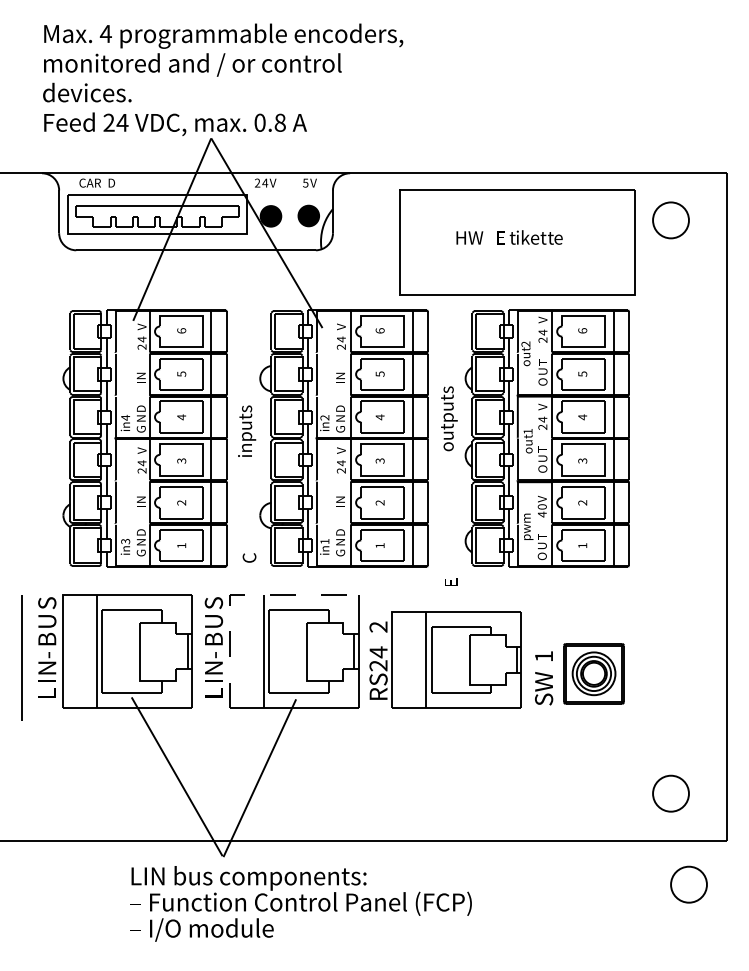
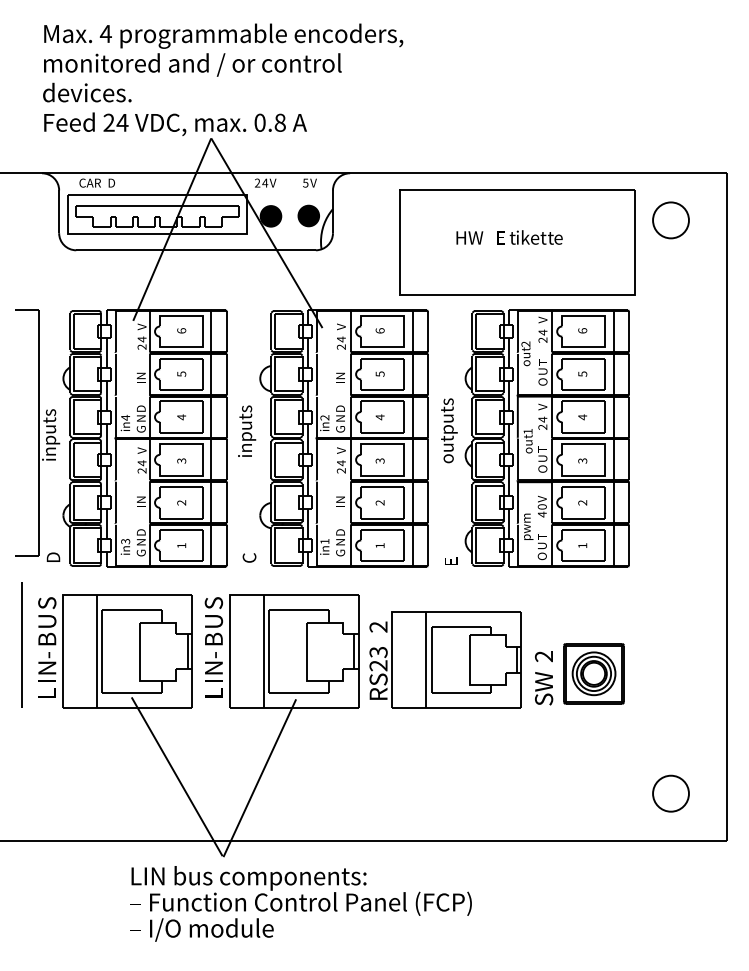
text at (449, 418) position: (449, 418) -> (449, 430)
part at (37, 435): none -> present
text at (451, 581) position: (451, 581) -> (451, 560)
line at (237, 595): dashed -> solid
text at (378, 652): RS24 -> RS23
text at (543, 656): 1 -> 2
line at (21, 657) position: (21, 657) -> (21, 644)
part at (688, 884): present -> none
